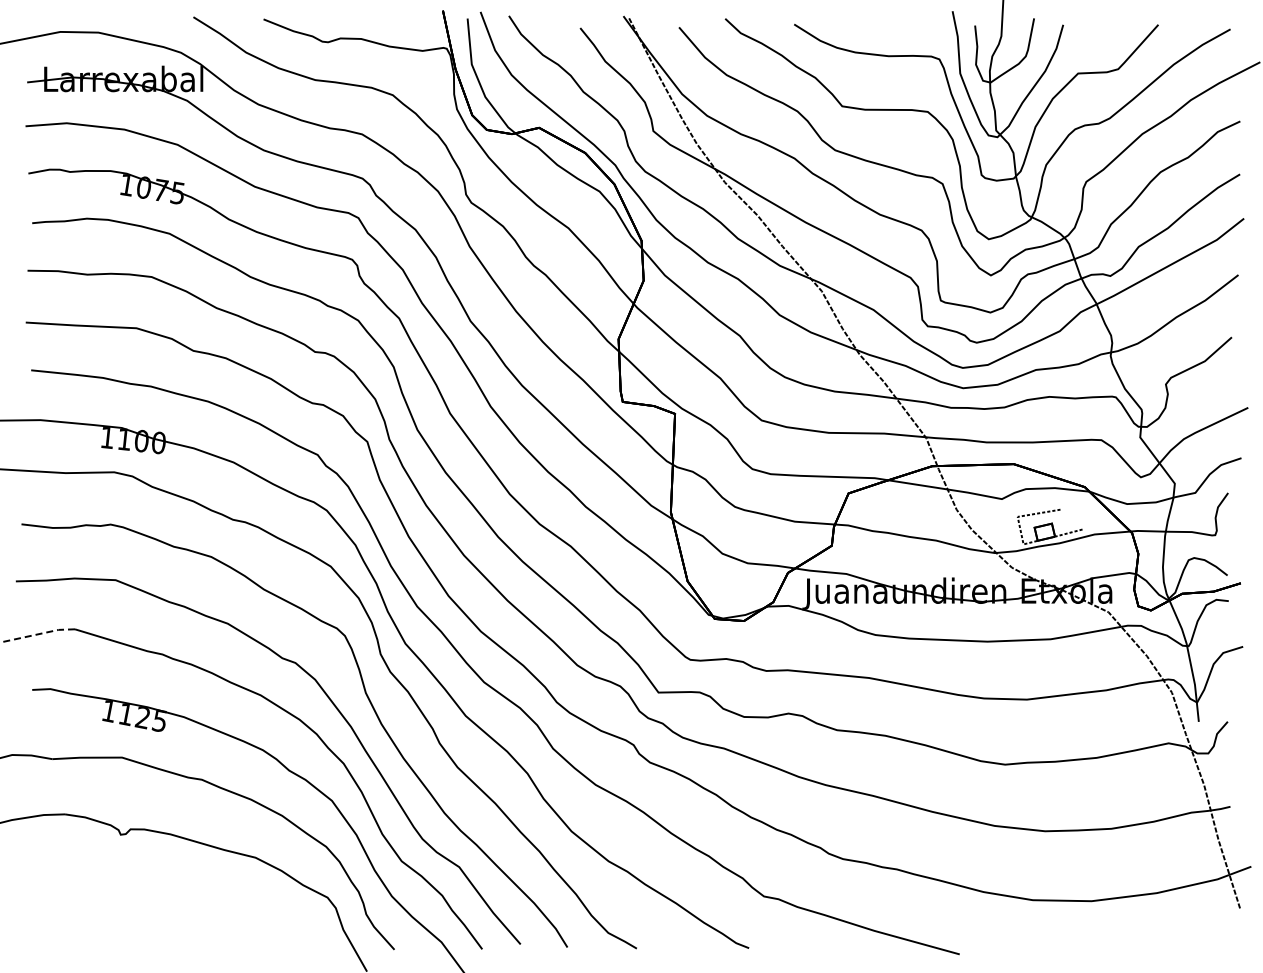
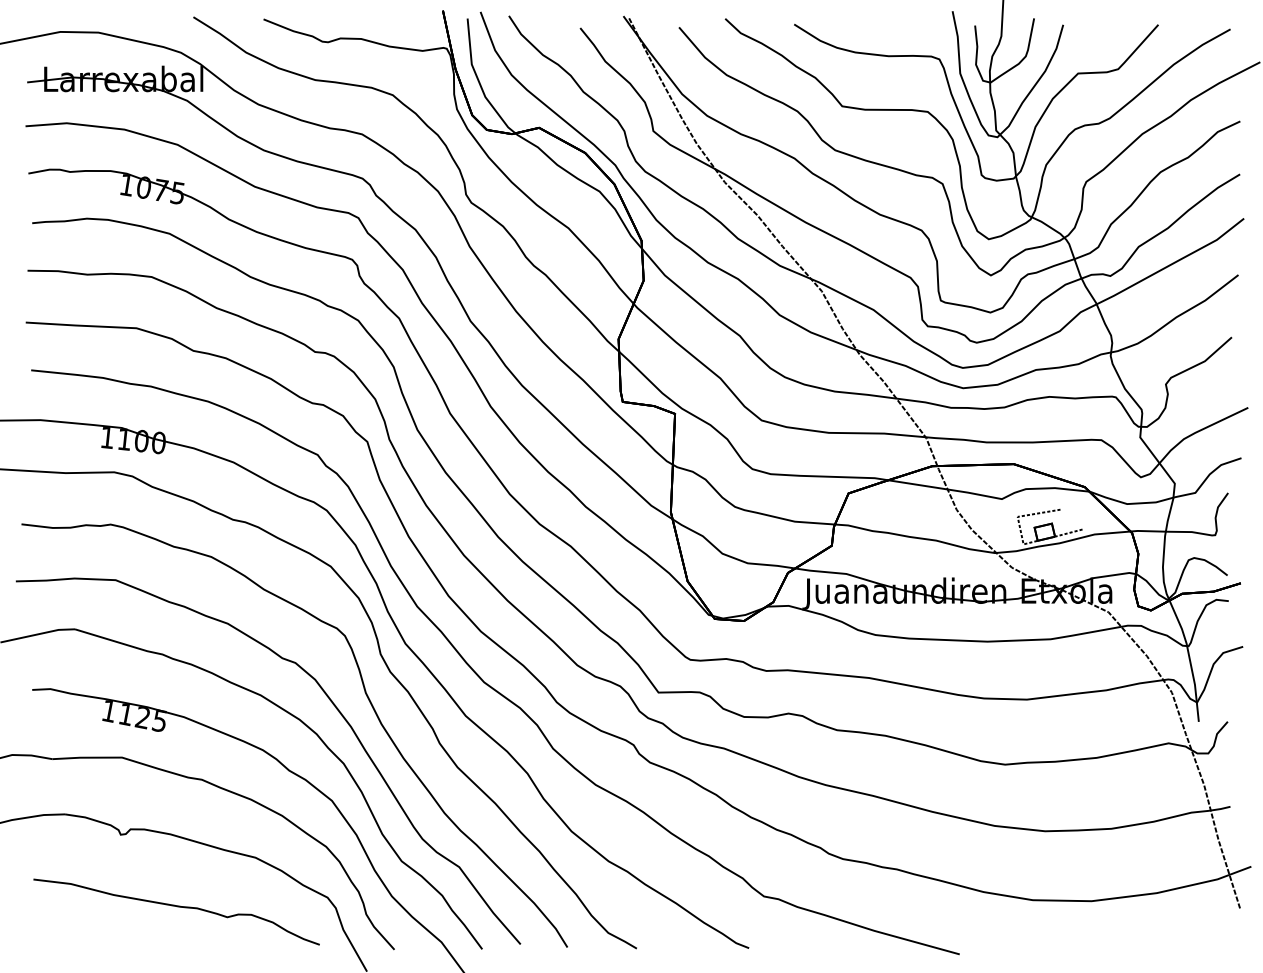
line at (38, 634): dashed -> solid
curve at (177, 907): none -> present
